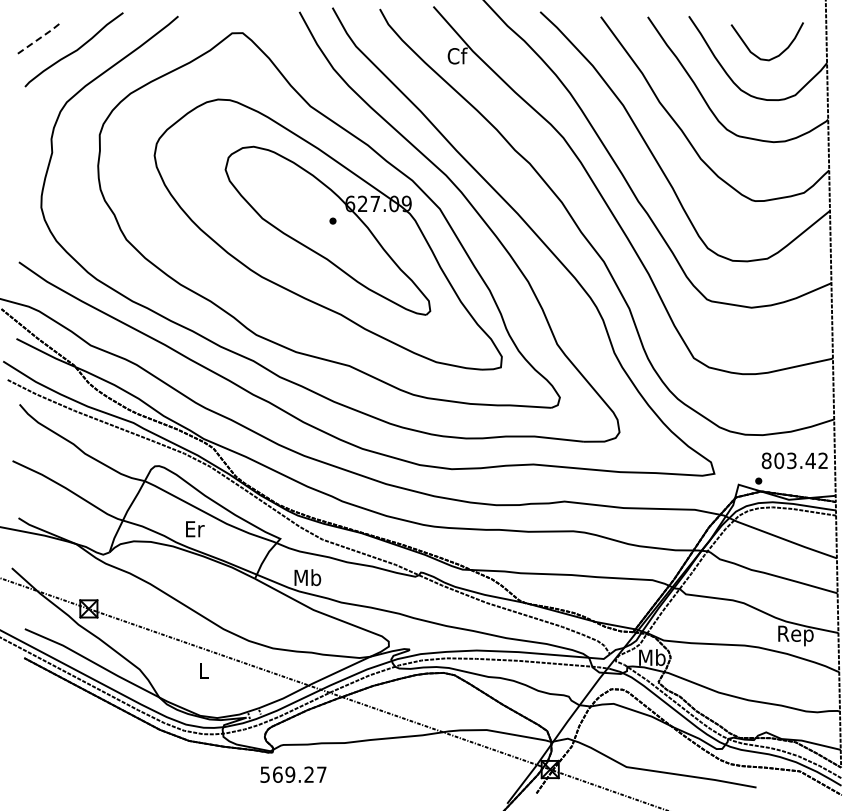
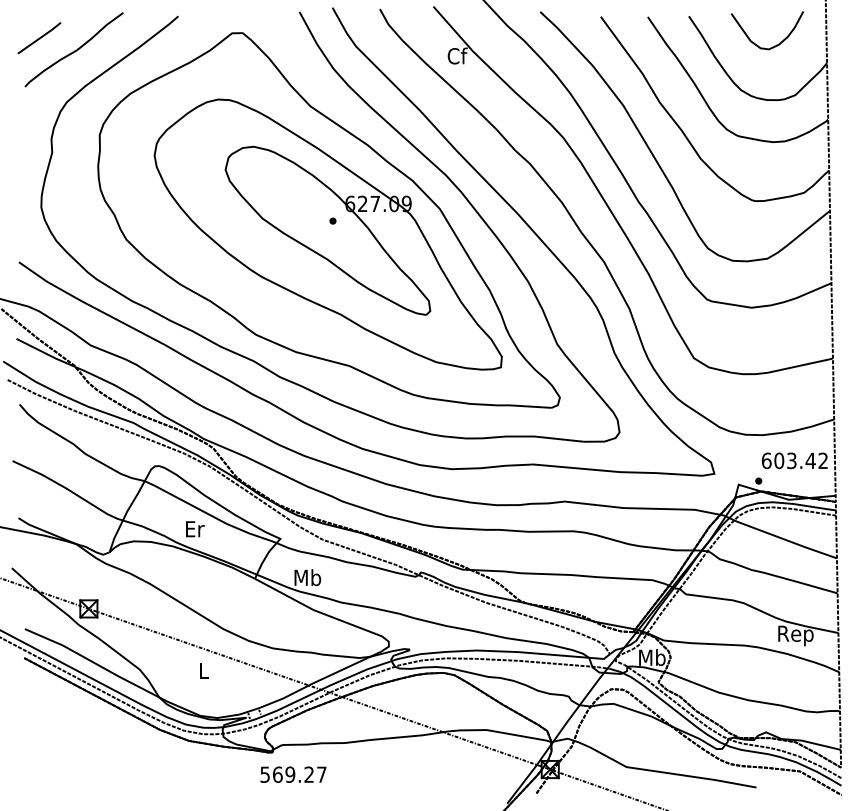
line at (40, 37): dashed -> solid
curve at (757, 55) position: (757, 55) -> (757, 44)
text at (766, 460): 803.42 -> 603.42
